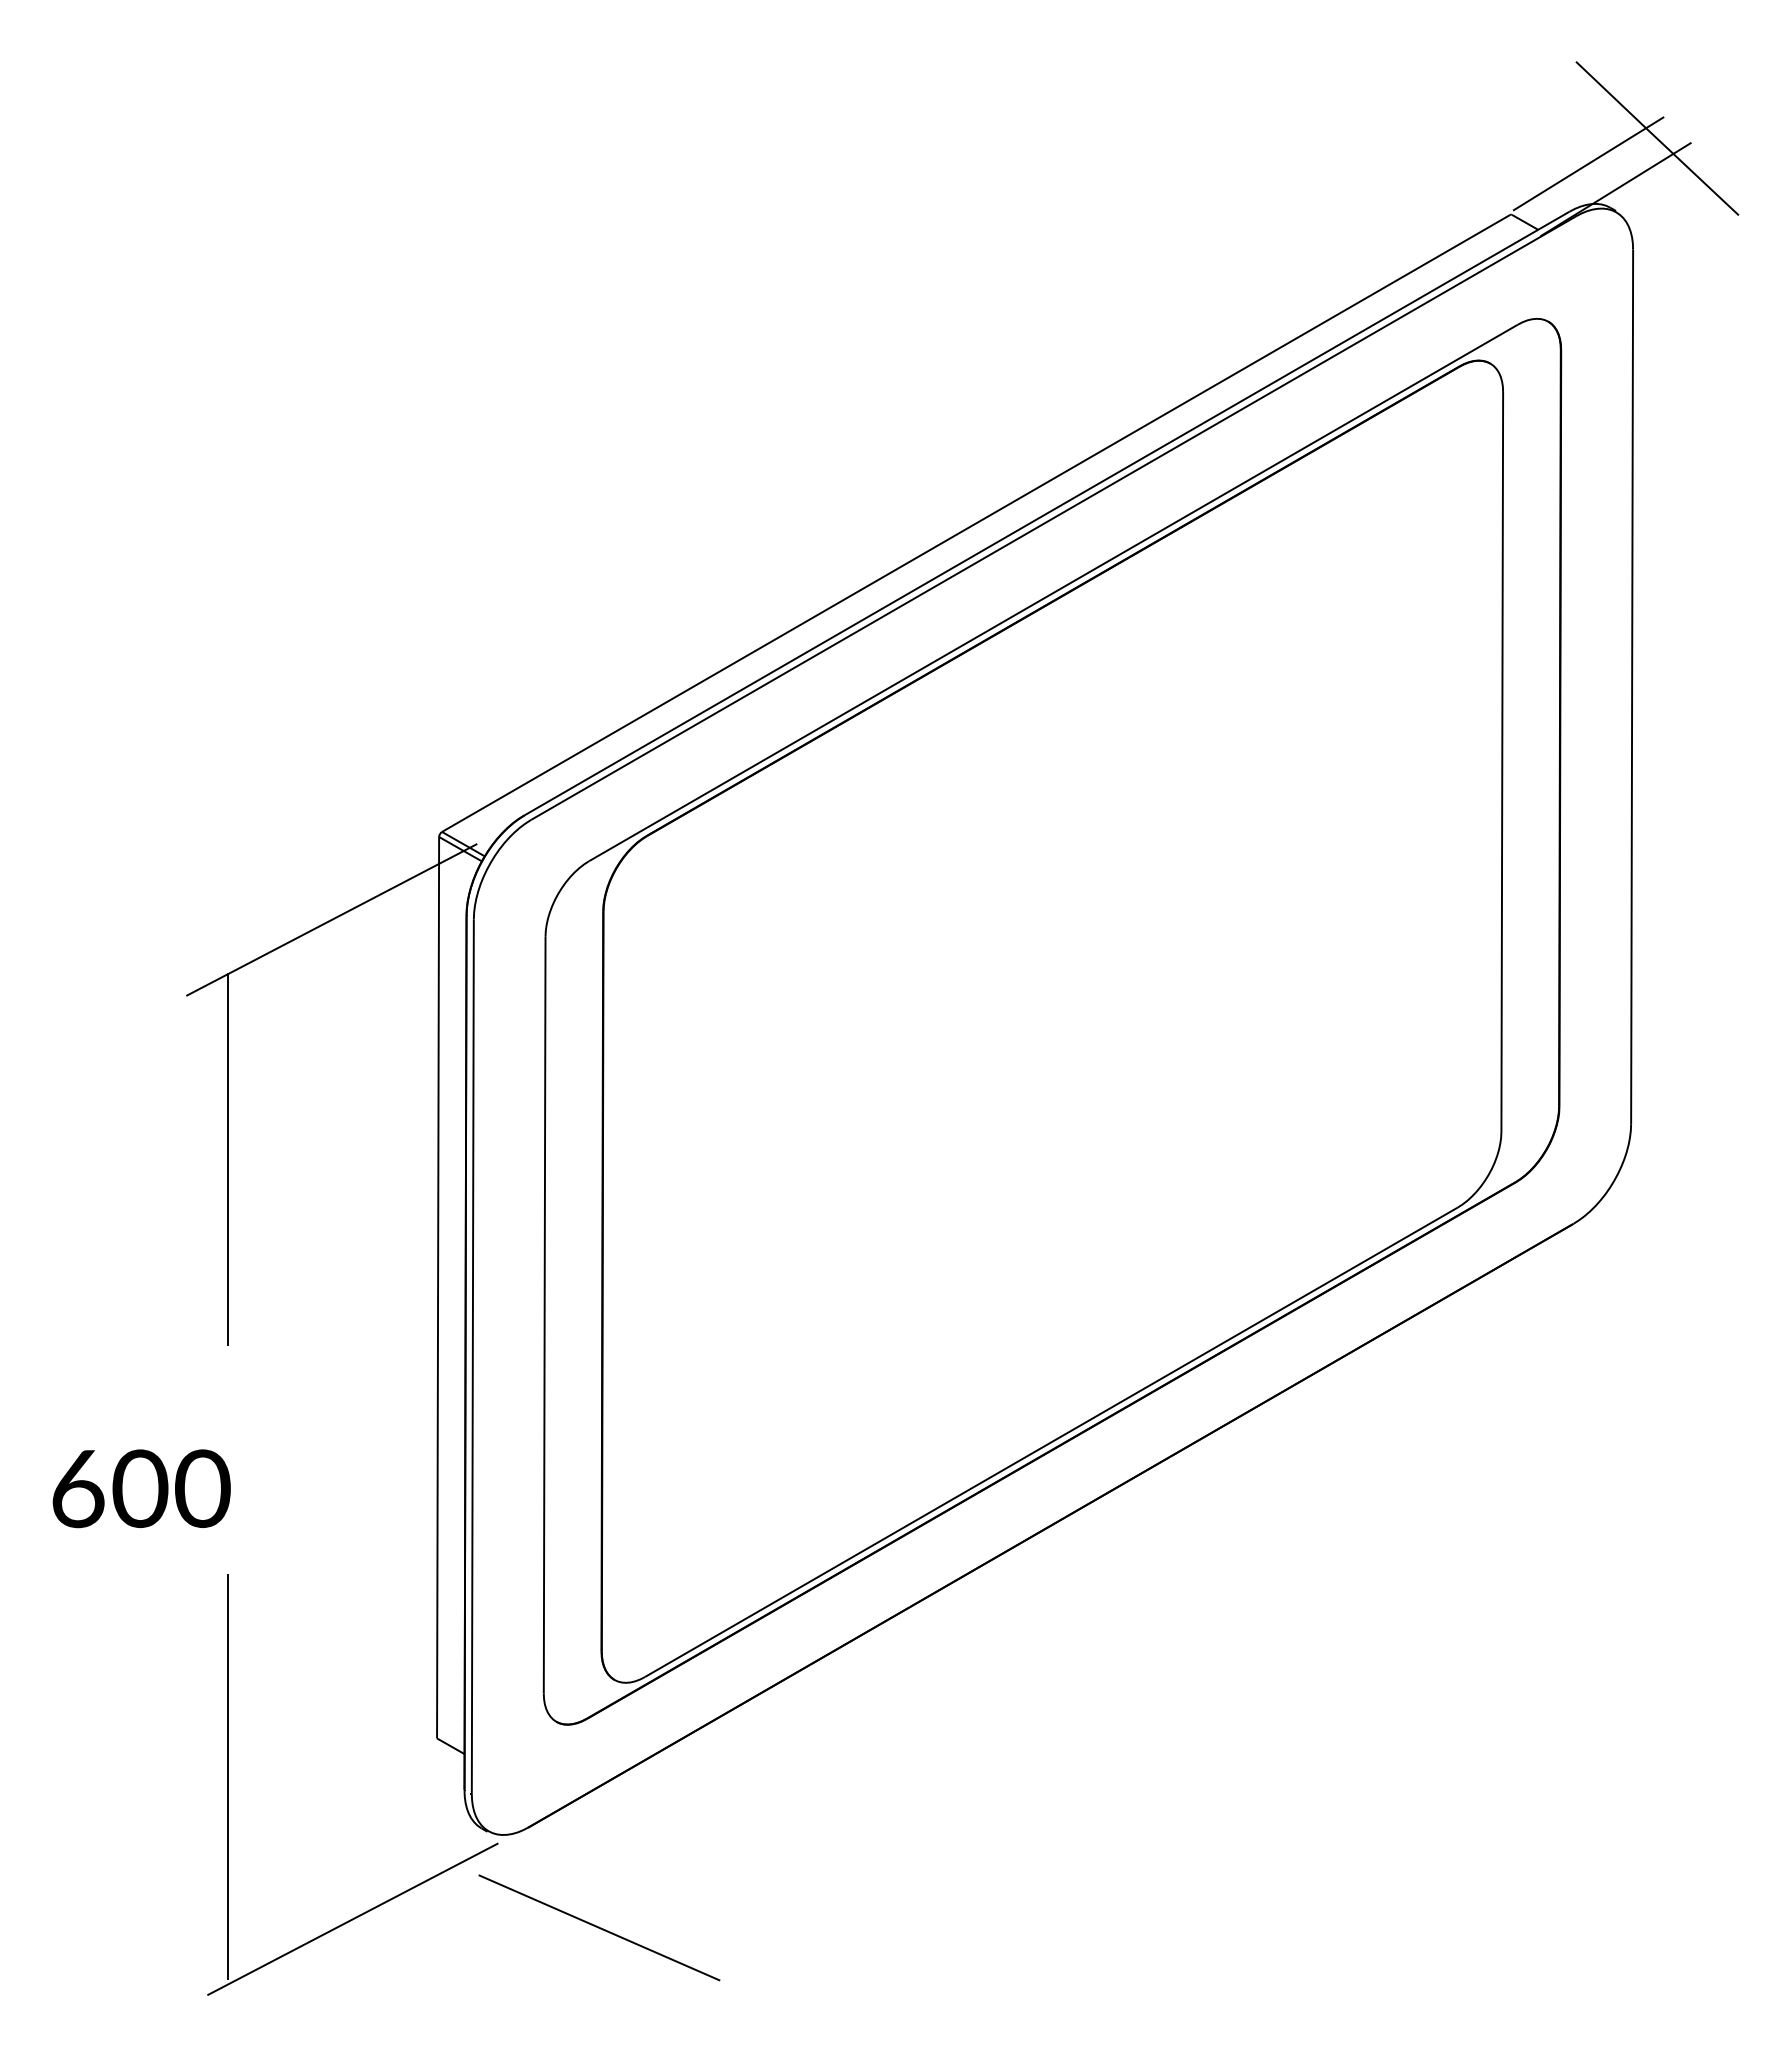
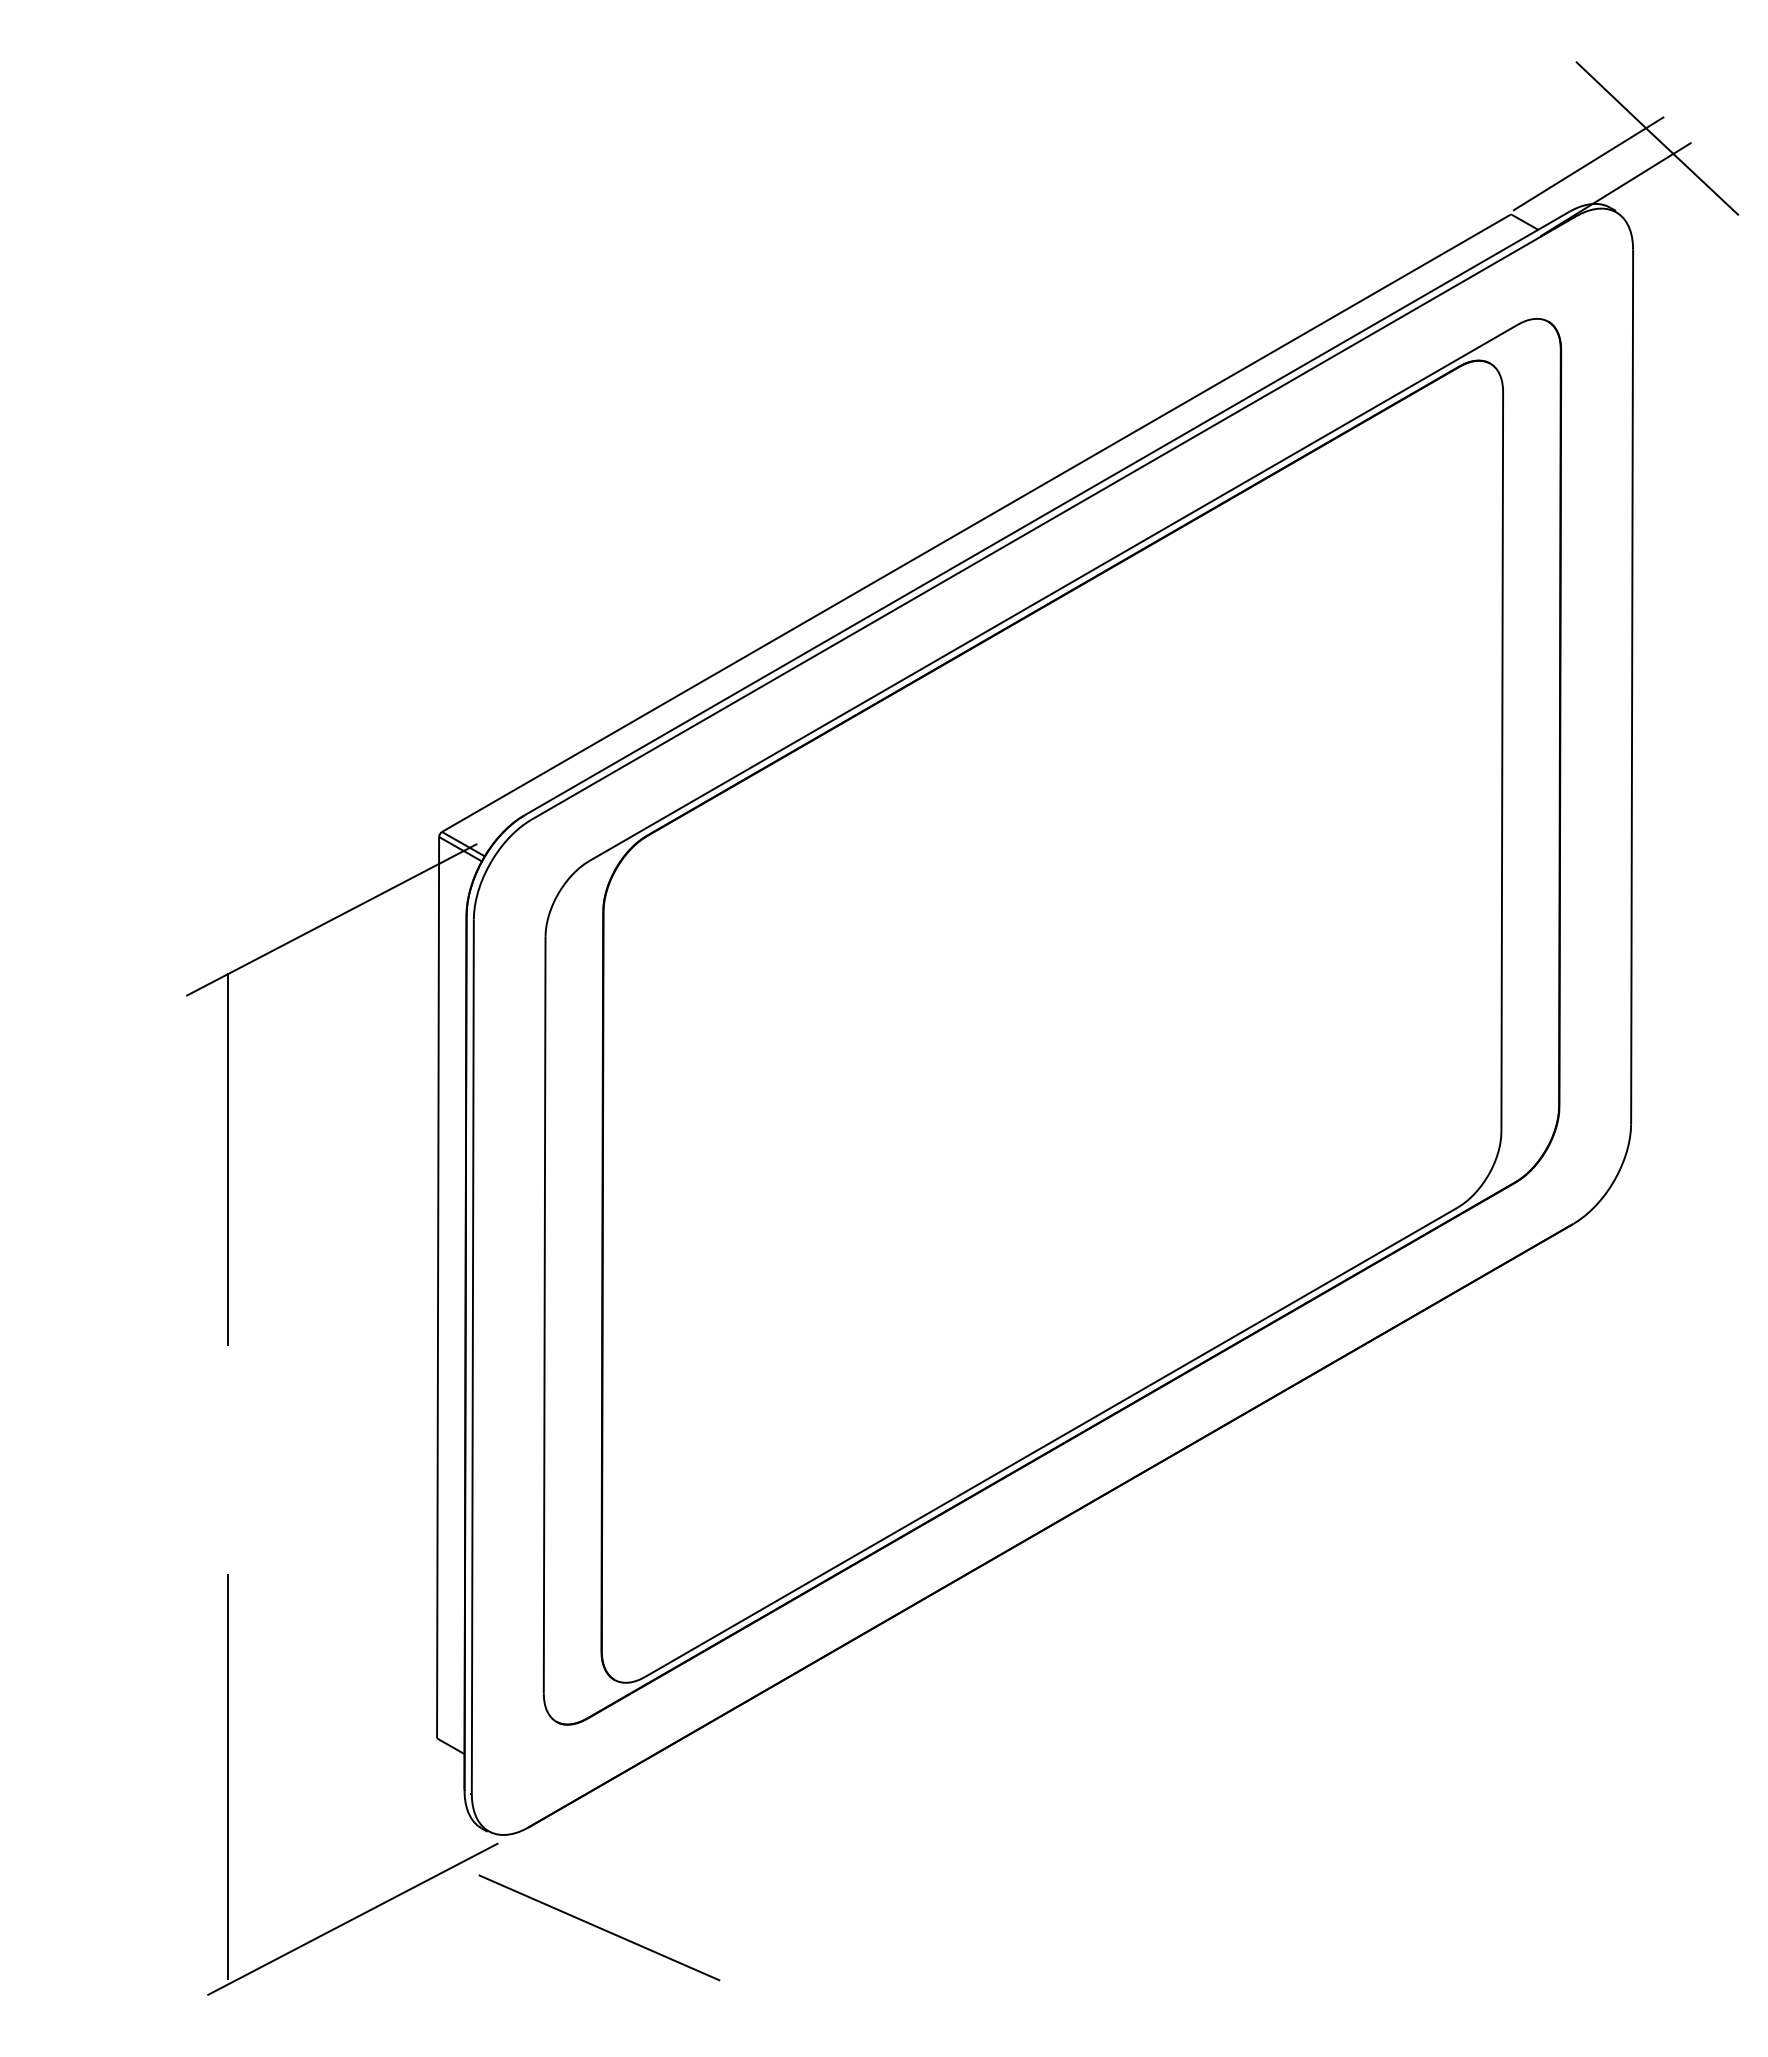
part at (141, 1488): present -> none
